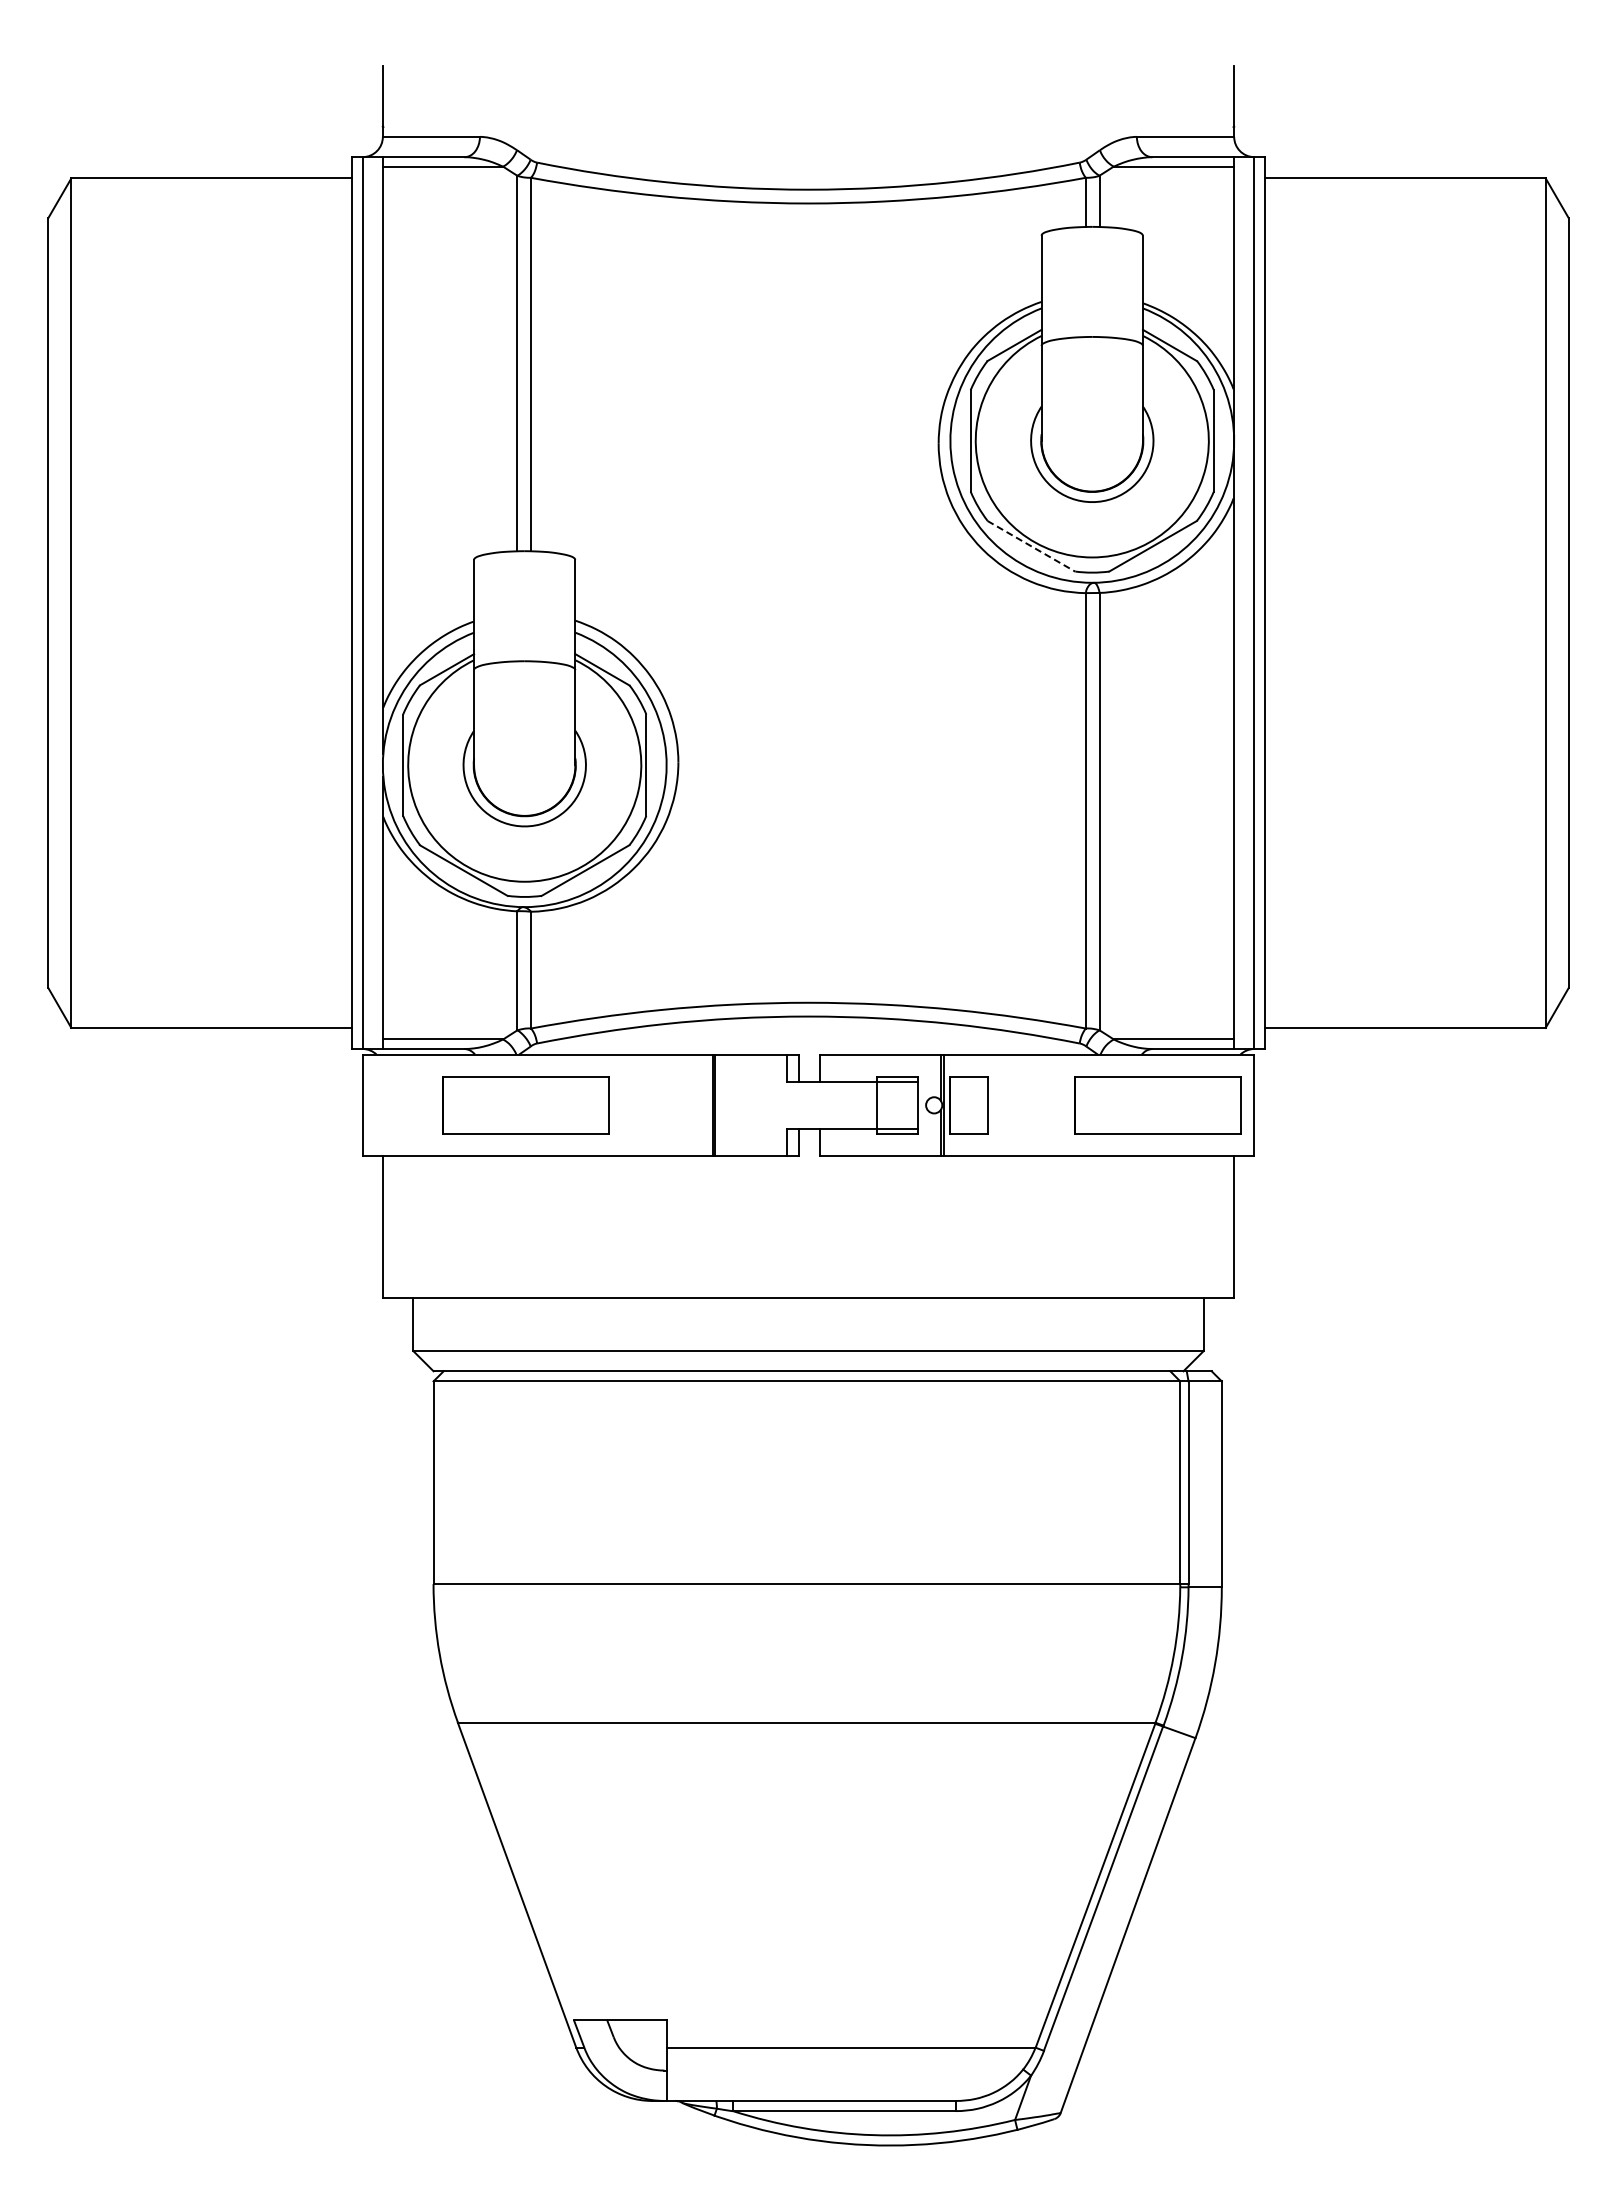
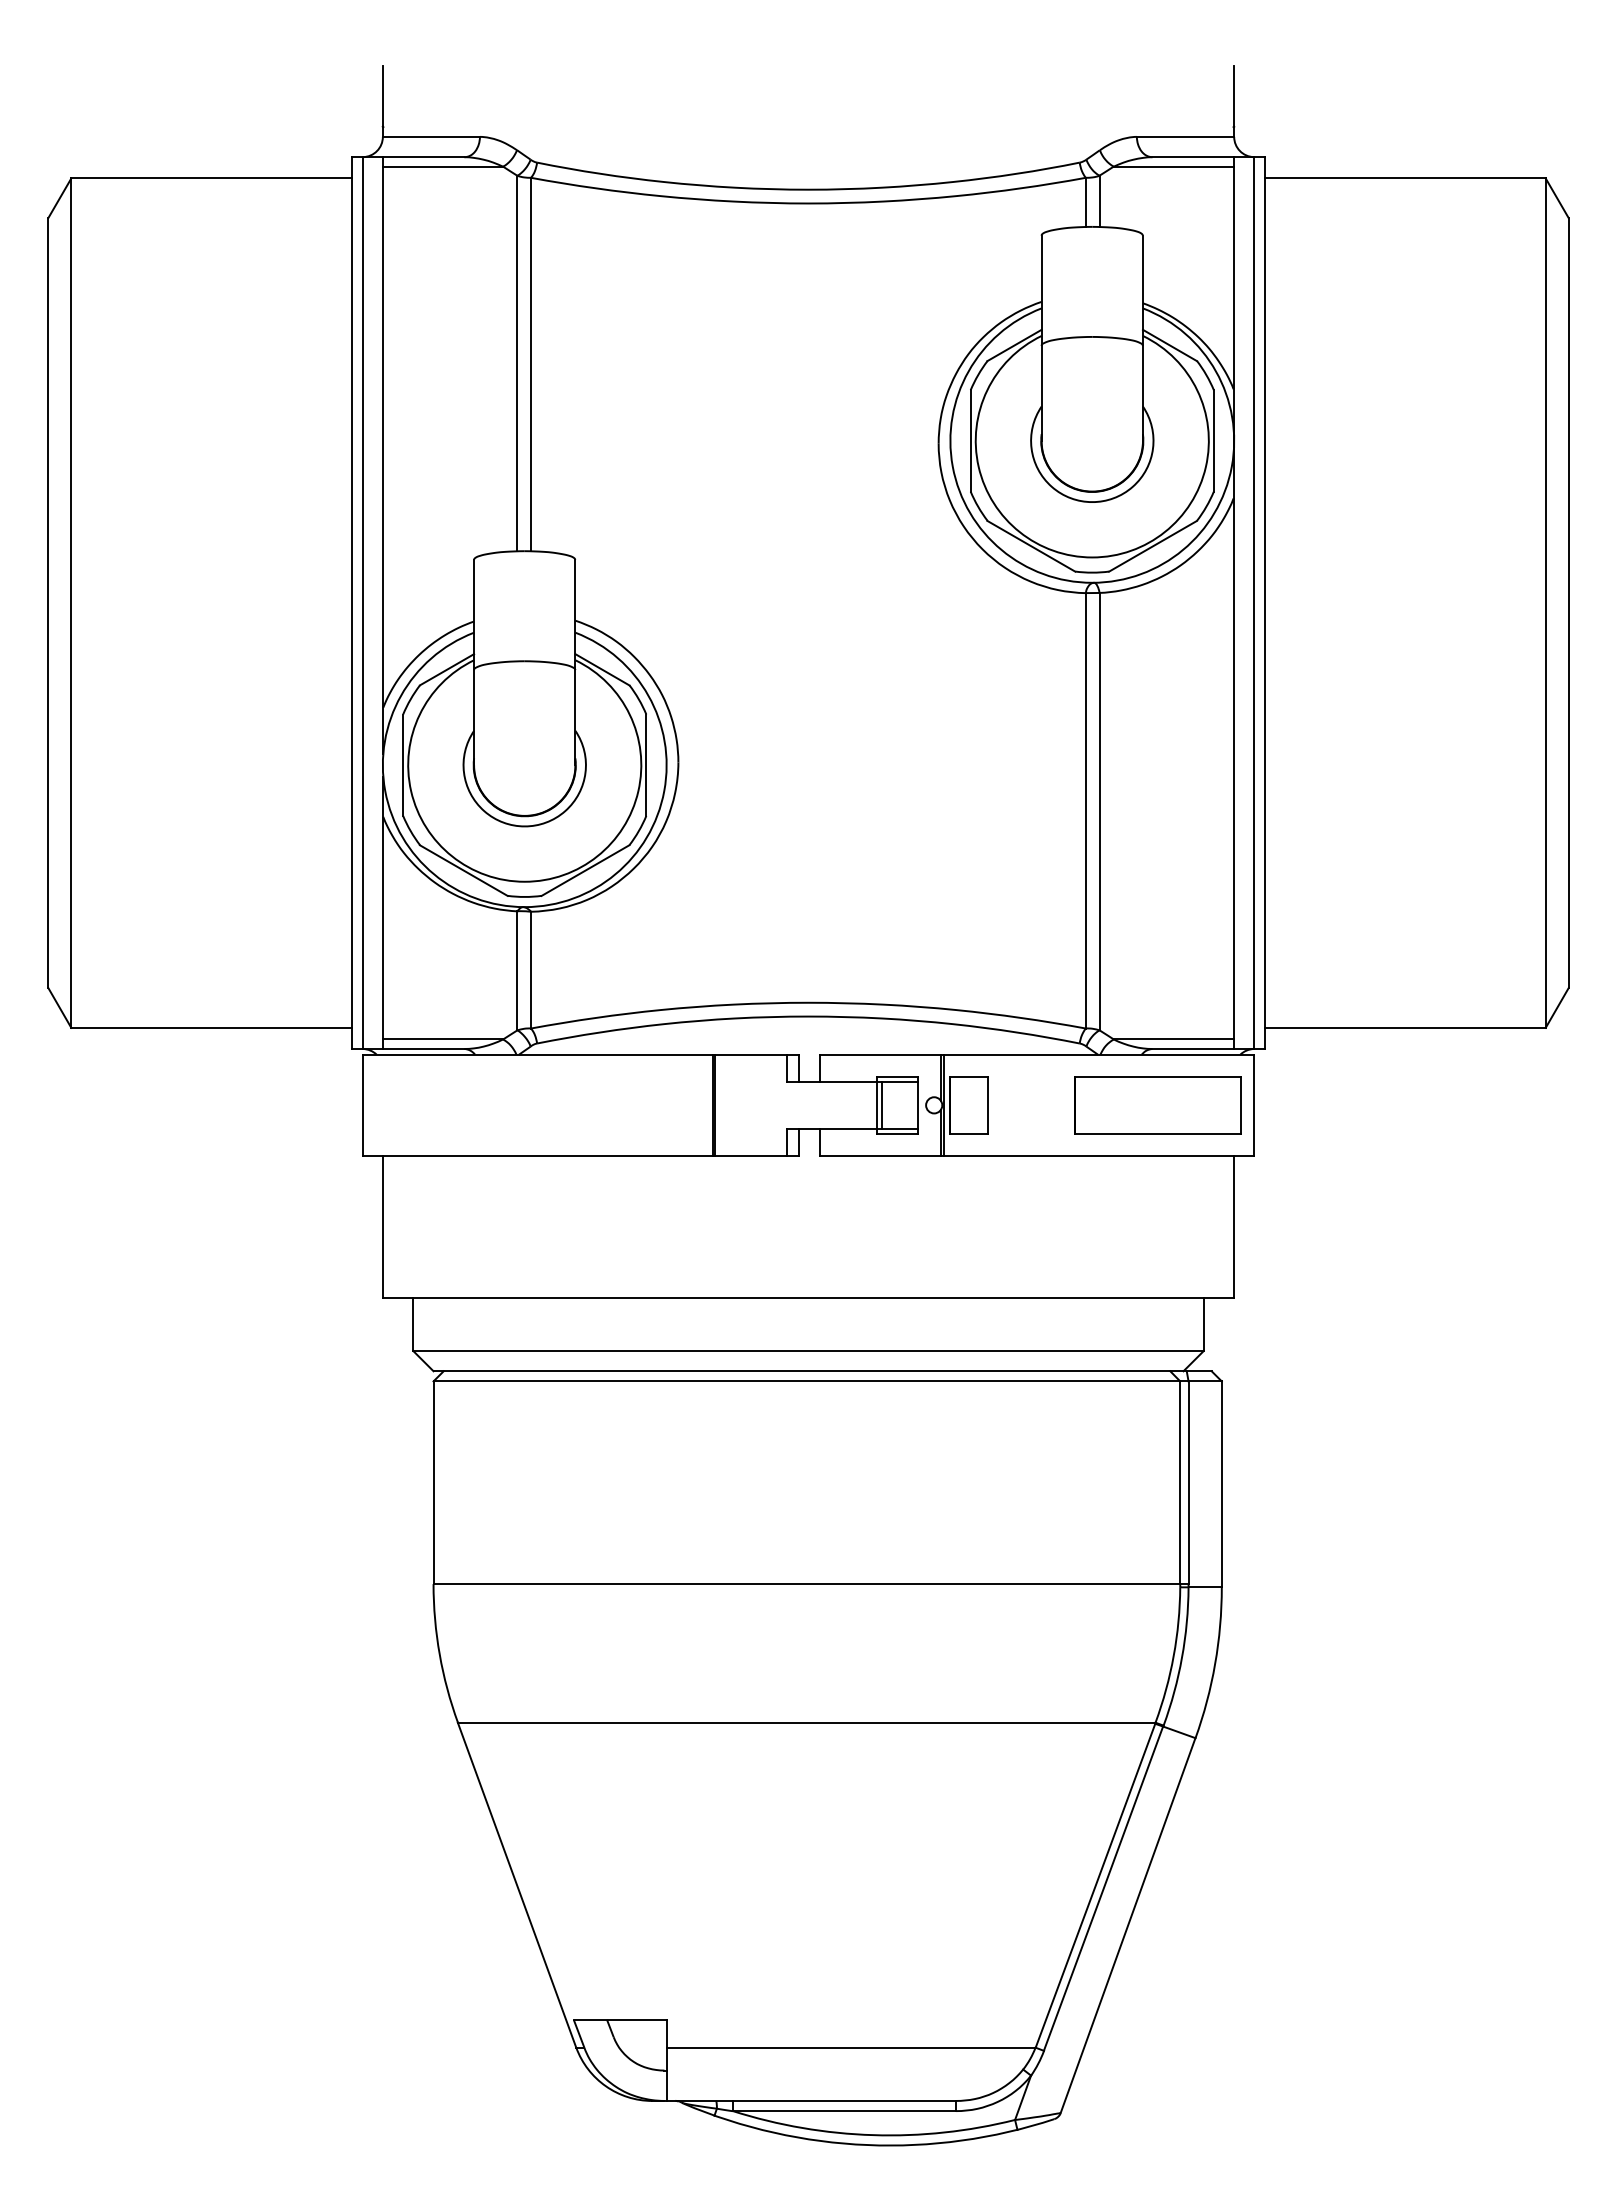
line at (1031, 546): dashed -> solid
part at (525, 1105): present -> none
line at (882, 1105): none -> present
